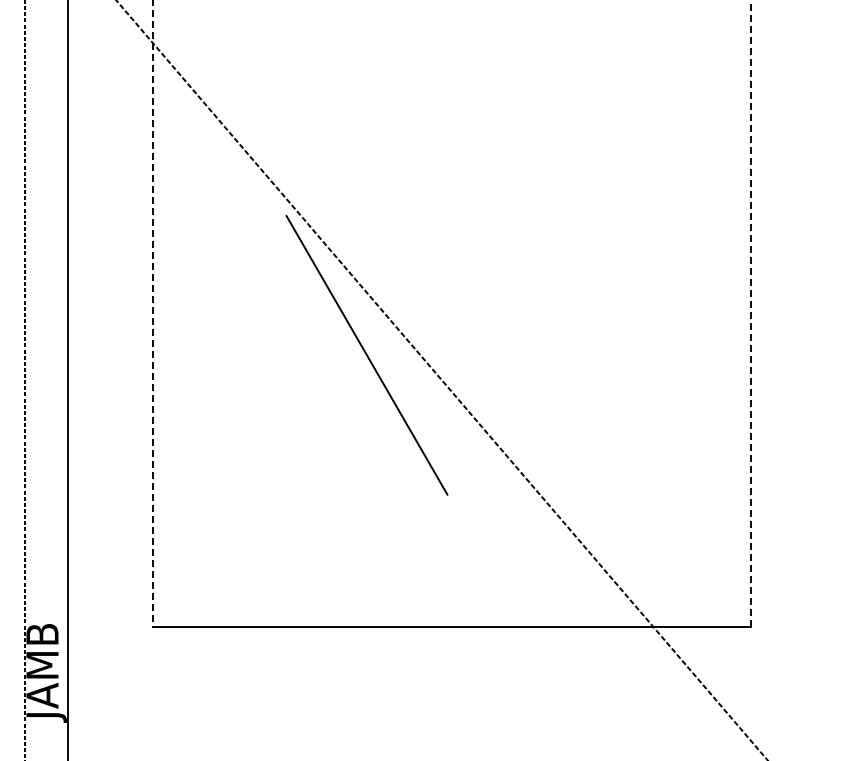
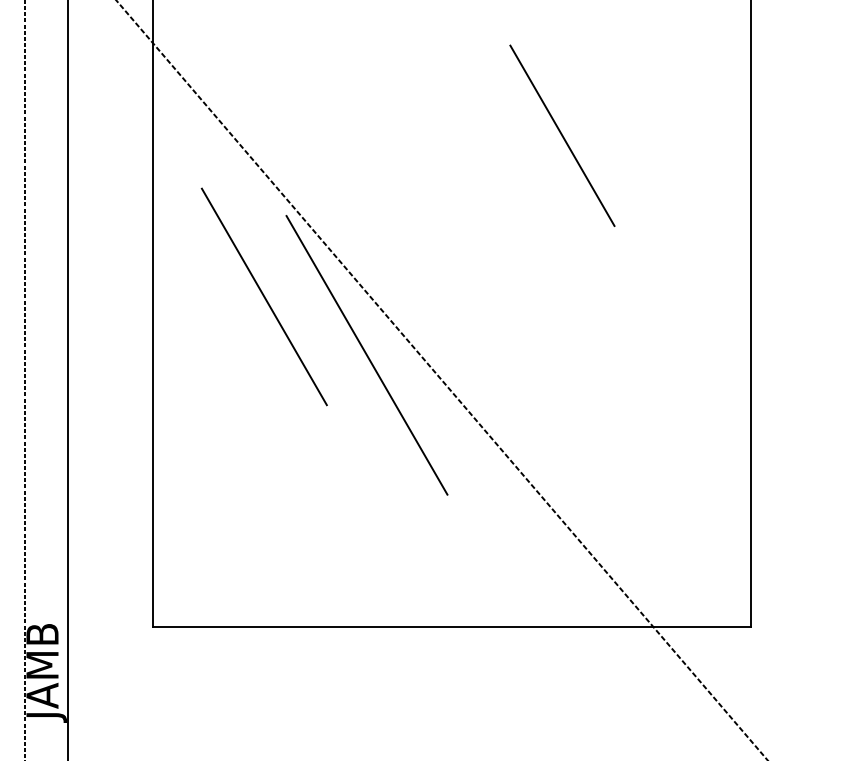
line at (562, 135): none -> present
line at (263, 296): none -> present
line at (153, 313): dashed -> solid
line at (750, 313): dashed -> solid
